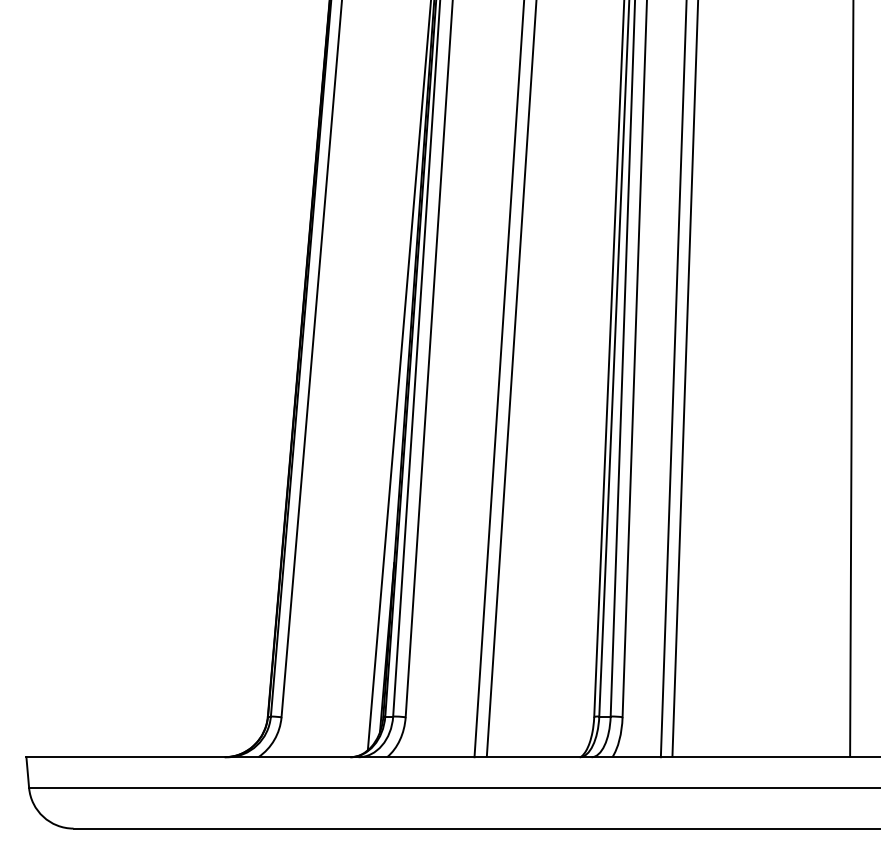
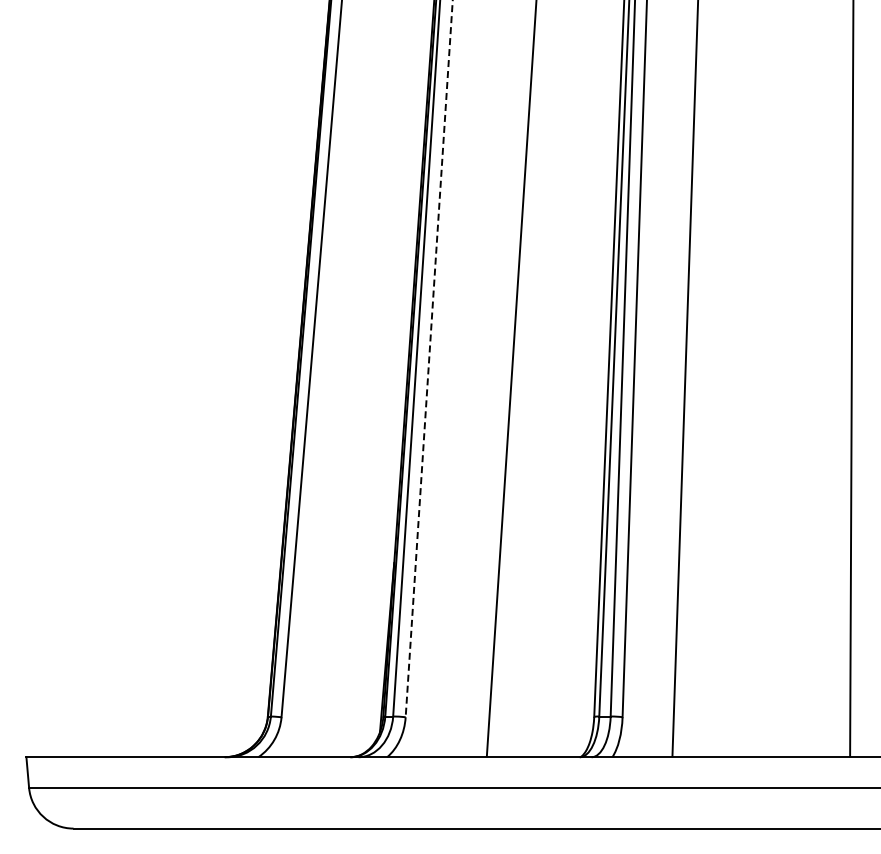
line at (429, 359): solid -> dashed
line at (398, 376): present -> none
line at (499, 379): present -> none
line at (673, 379): present -> none
